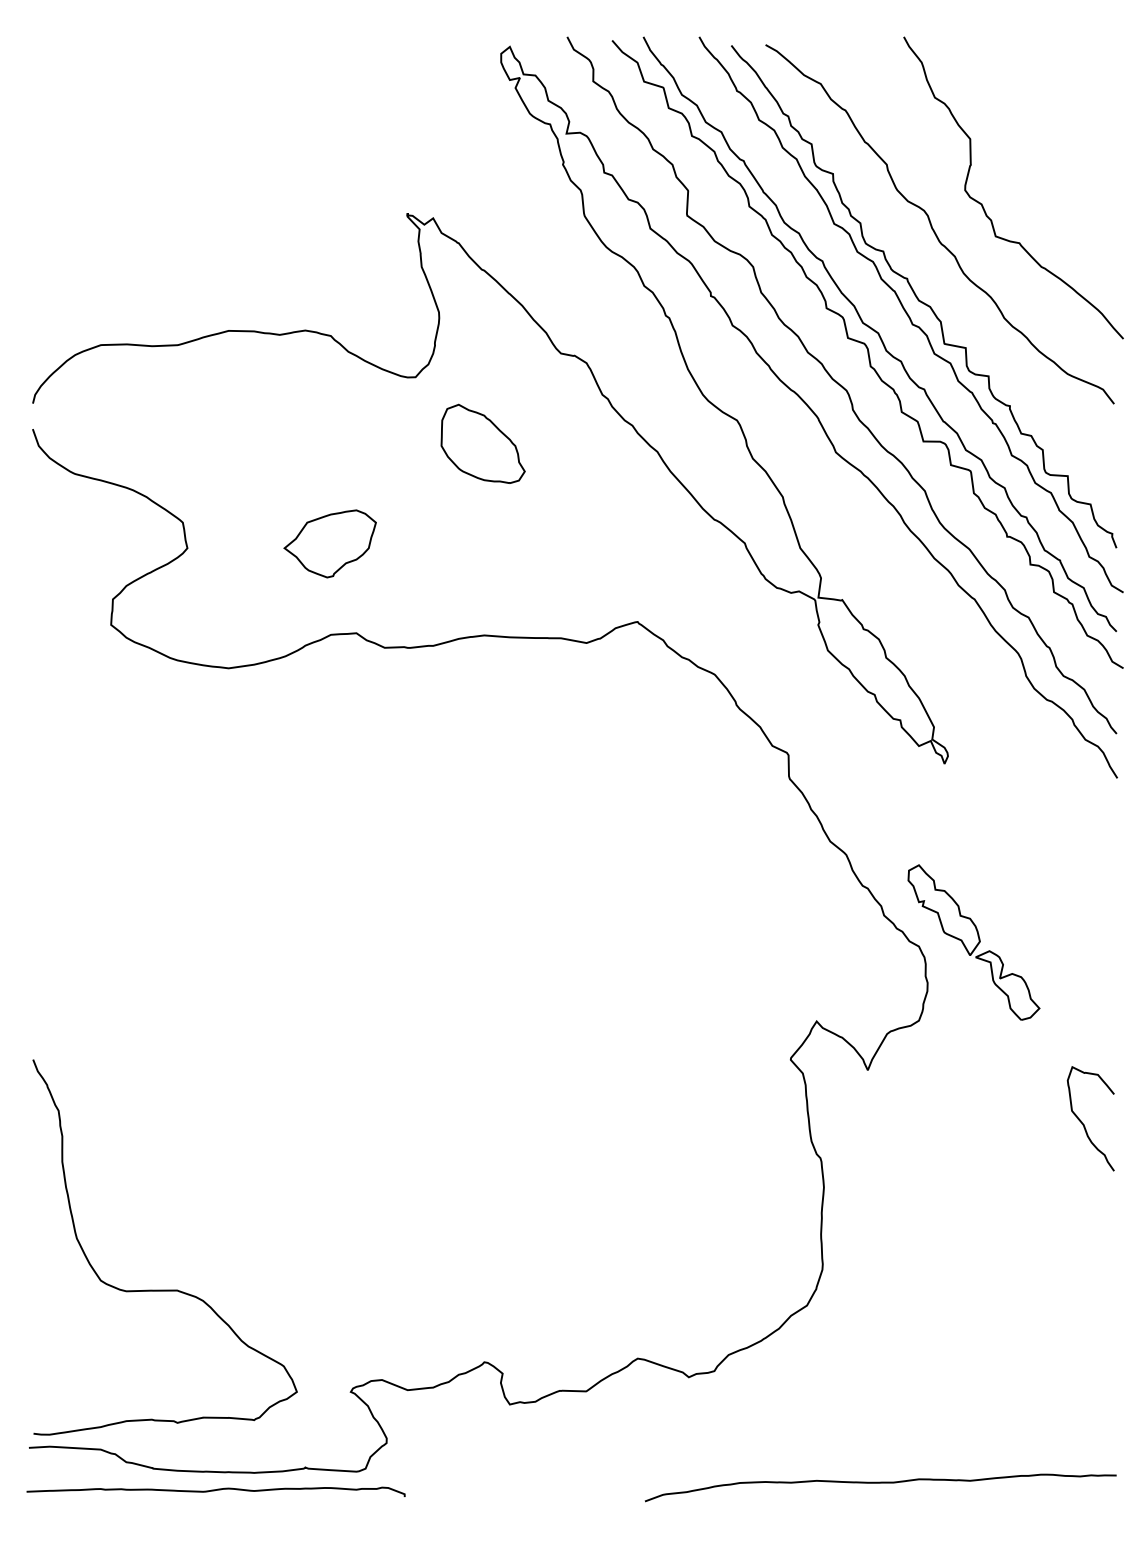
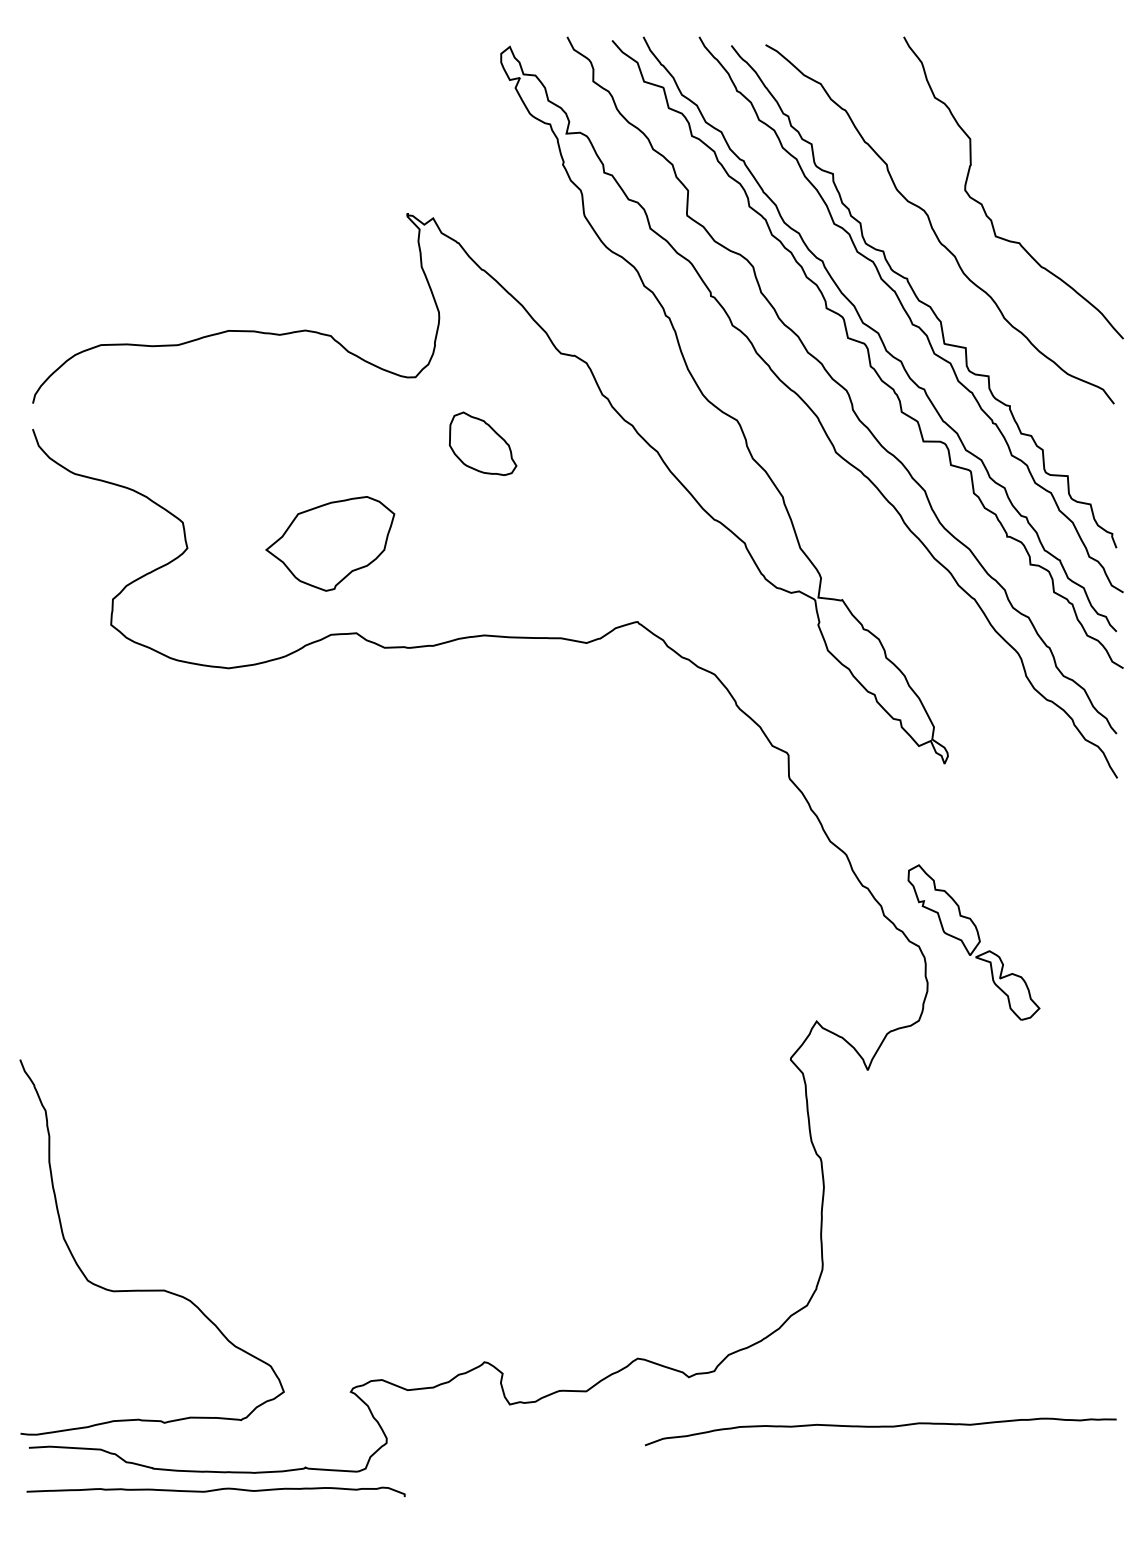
part at (482, 443) size: 86x81 px -> 69x65 px
part at (329, 543) size: 94x70 px -> 131x96 px
curve at (1084, 1124): present -> none
curve at (164, 1289) position: (164, 1289) -> (151, 1289)
curve at (880, 1483) position: (880, 1483) -> (880, 1427)
